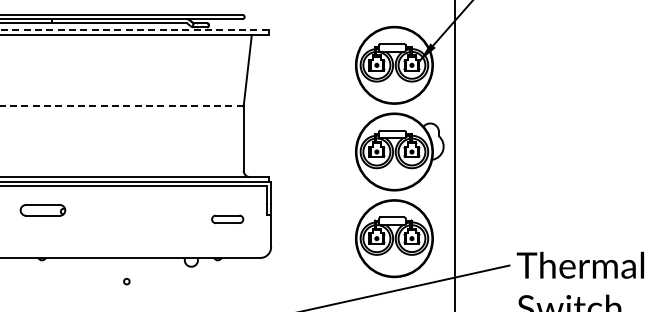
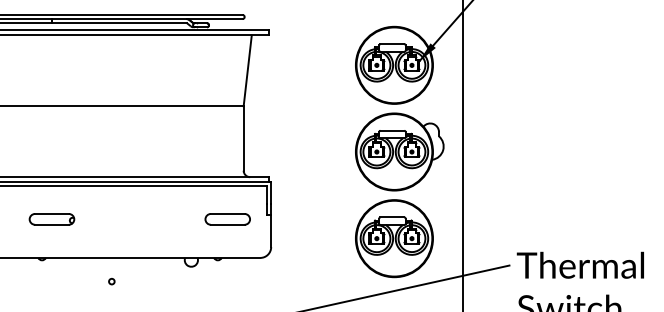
line at (133, 30): dashed -> solid
line at (121, 106): dashed -> solid
line at (454, 155) position: (454, 155) -> (462, 155)
part at (42, 210) position: (42, 210) -> (51, 219)
part at (227, 218) size: 34x10 px -> 47x13 px
circle at (126, 281) position: (126, 281) -> (111, 281)
